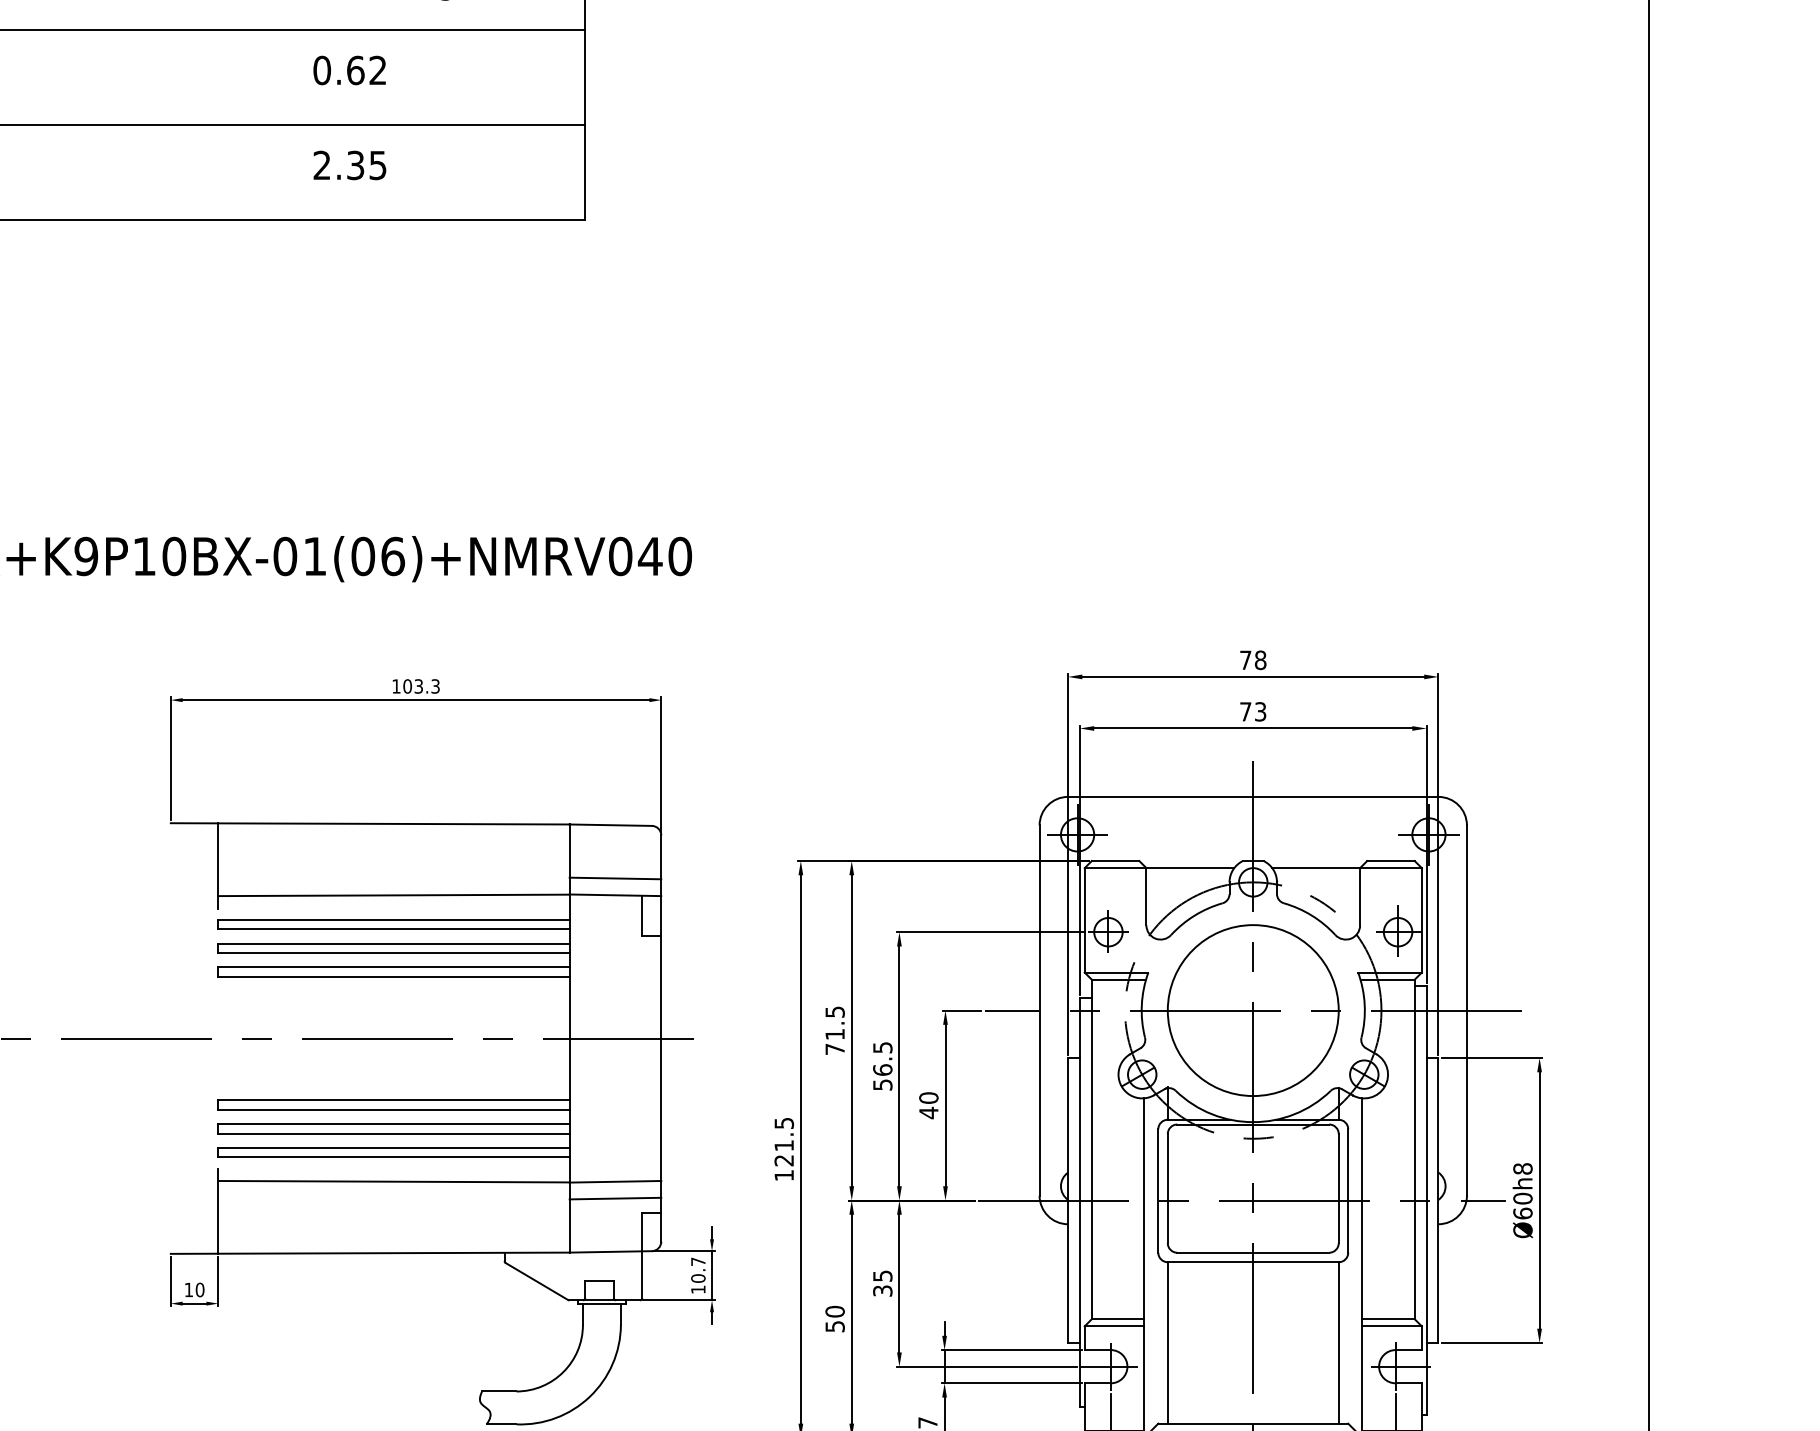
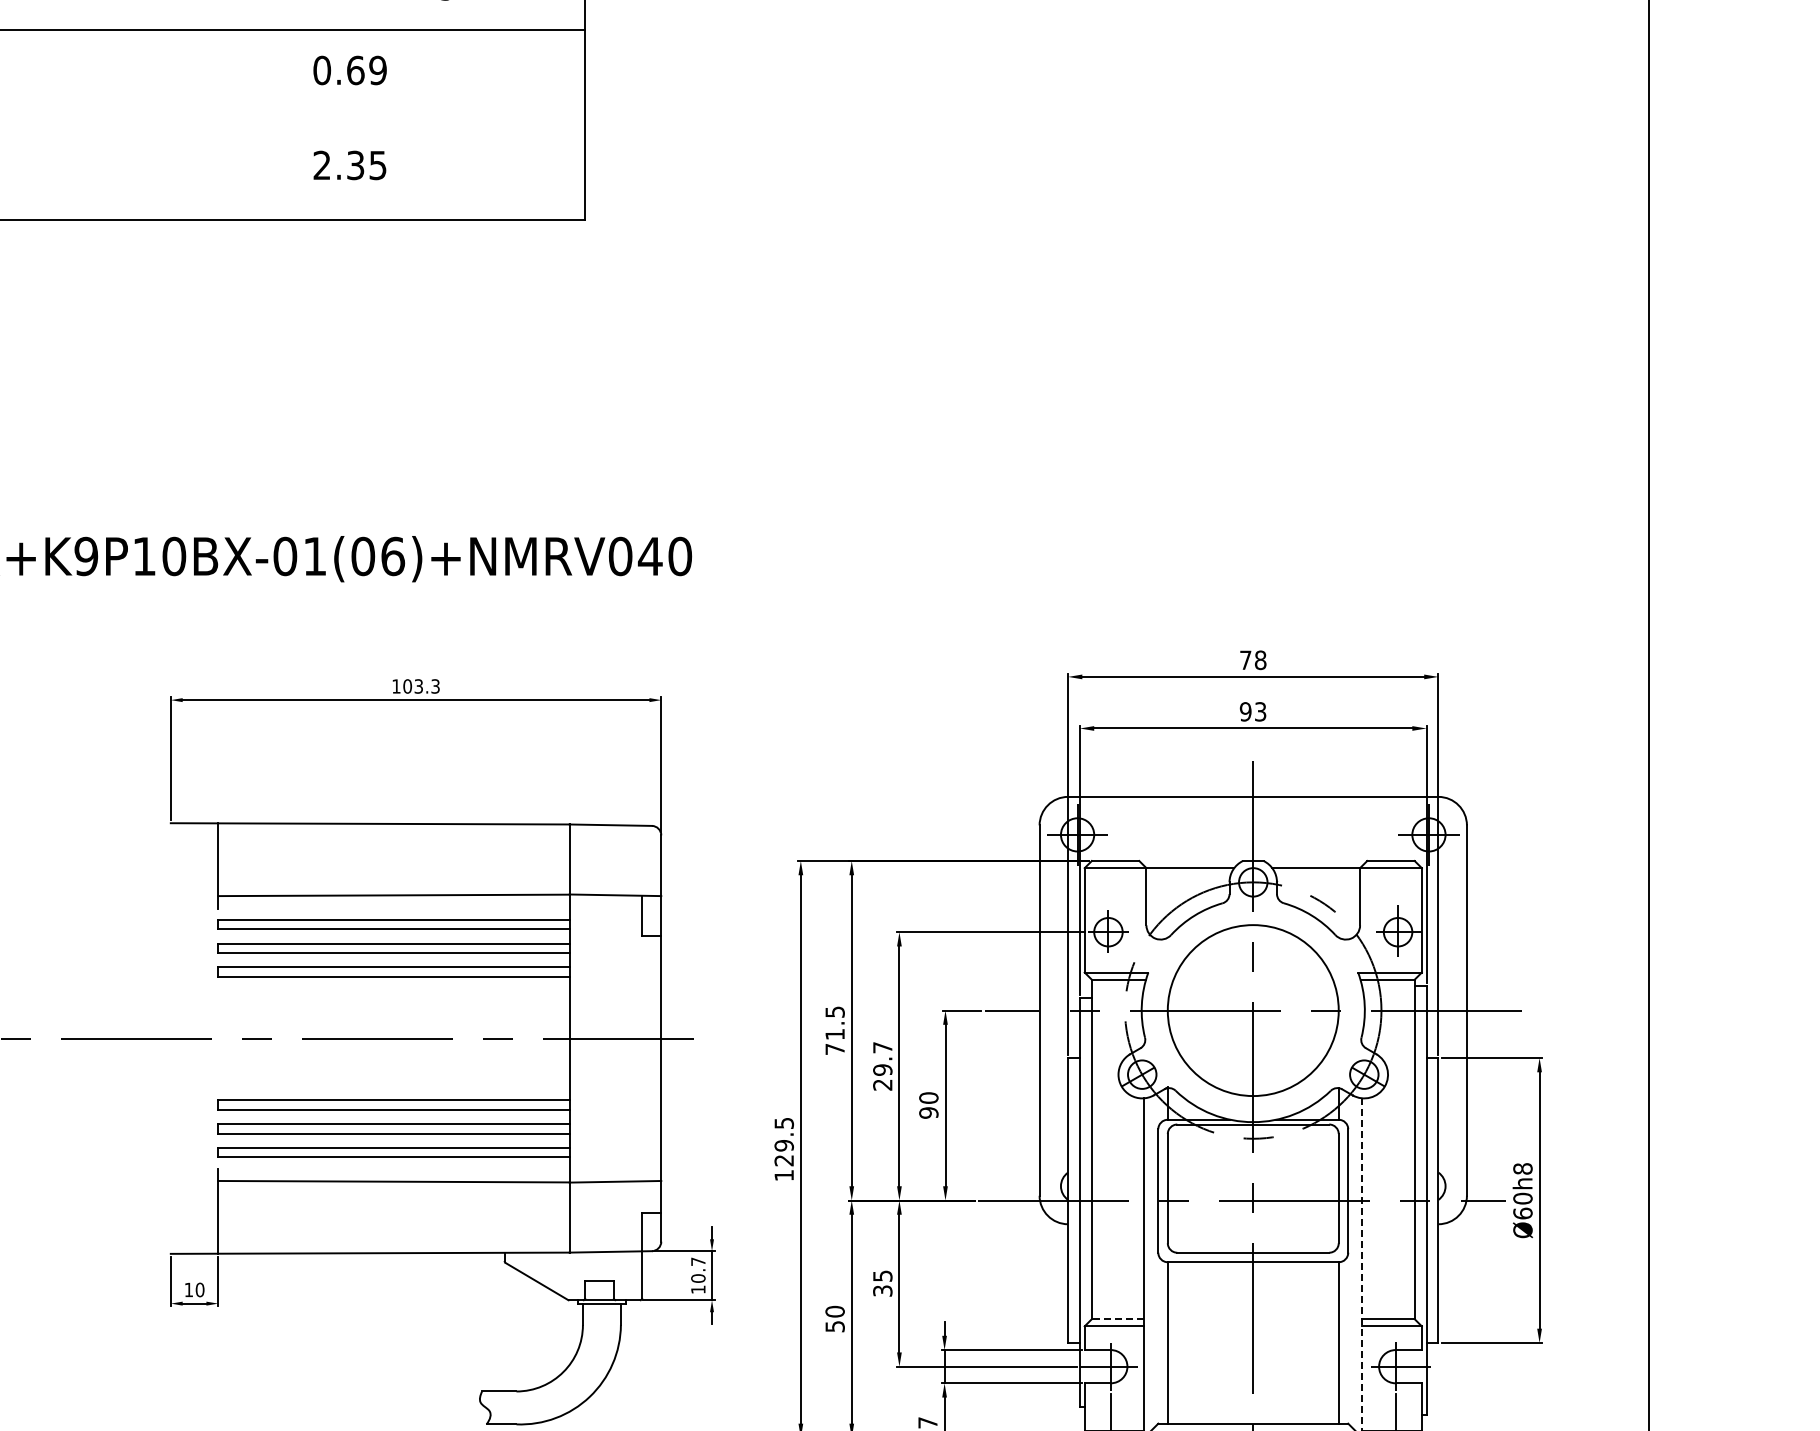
text at (377, 70): 0.62 -> 0.69
line at (293, 124): present -> none
text at (1245, 711): 73 -> 93
line at (615, 878): present -> none
text at (882, 1066): 56.5 -> 29.7
text at (928, 1112): 40 -> 90
text at (783, 1145): 121.5 -> 129.5
line at (615, 1198): present -> none
line at (1362, 1265): solid -> dashed
line at (1117, 1319): solid -> dashed
